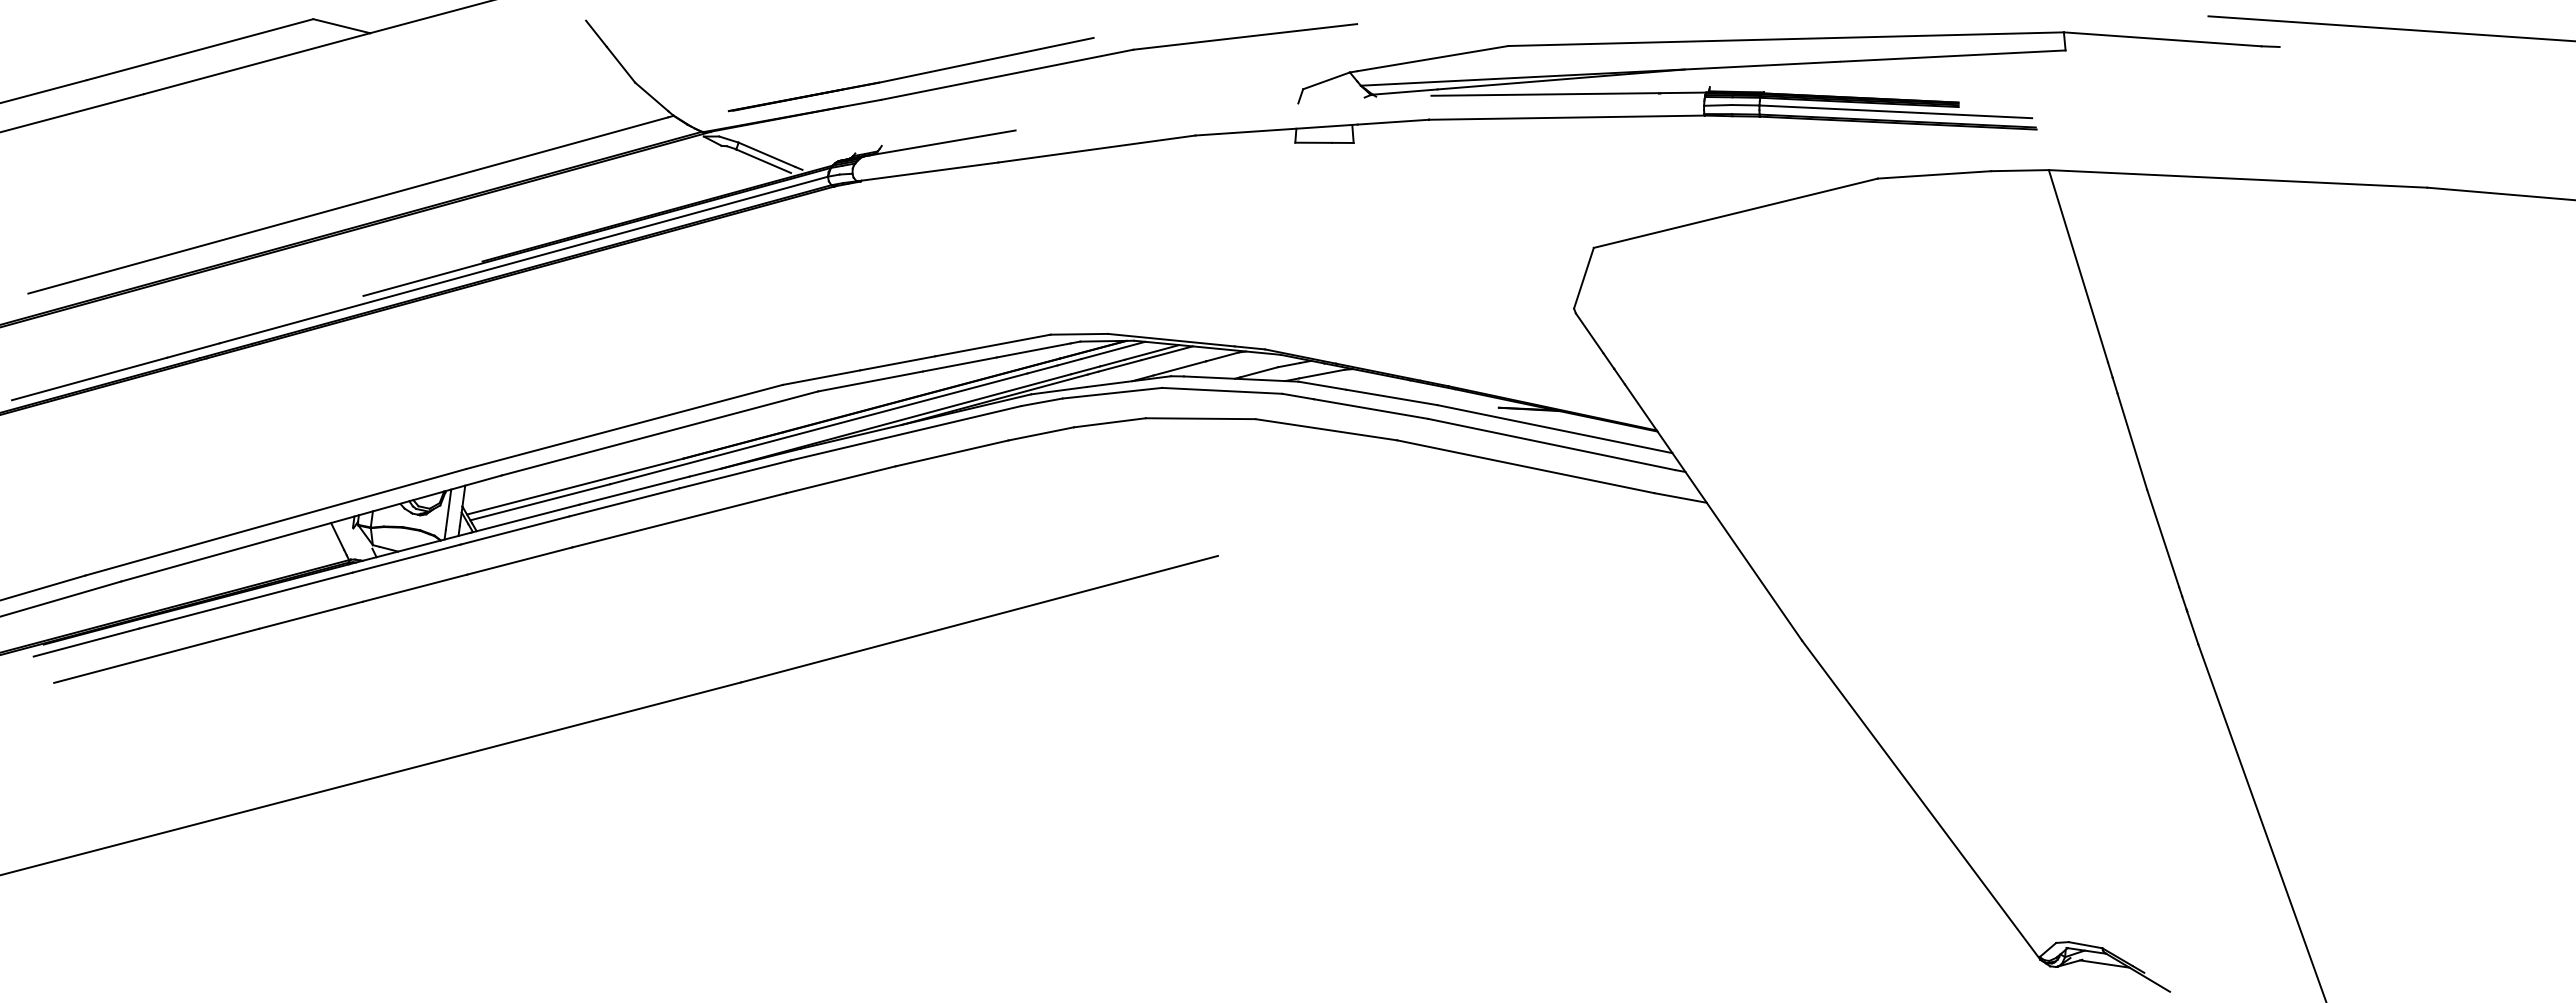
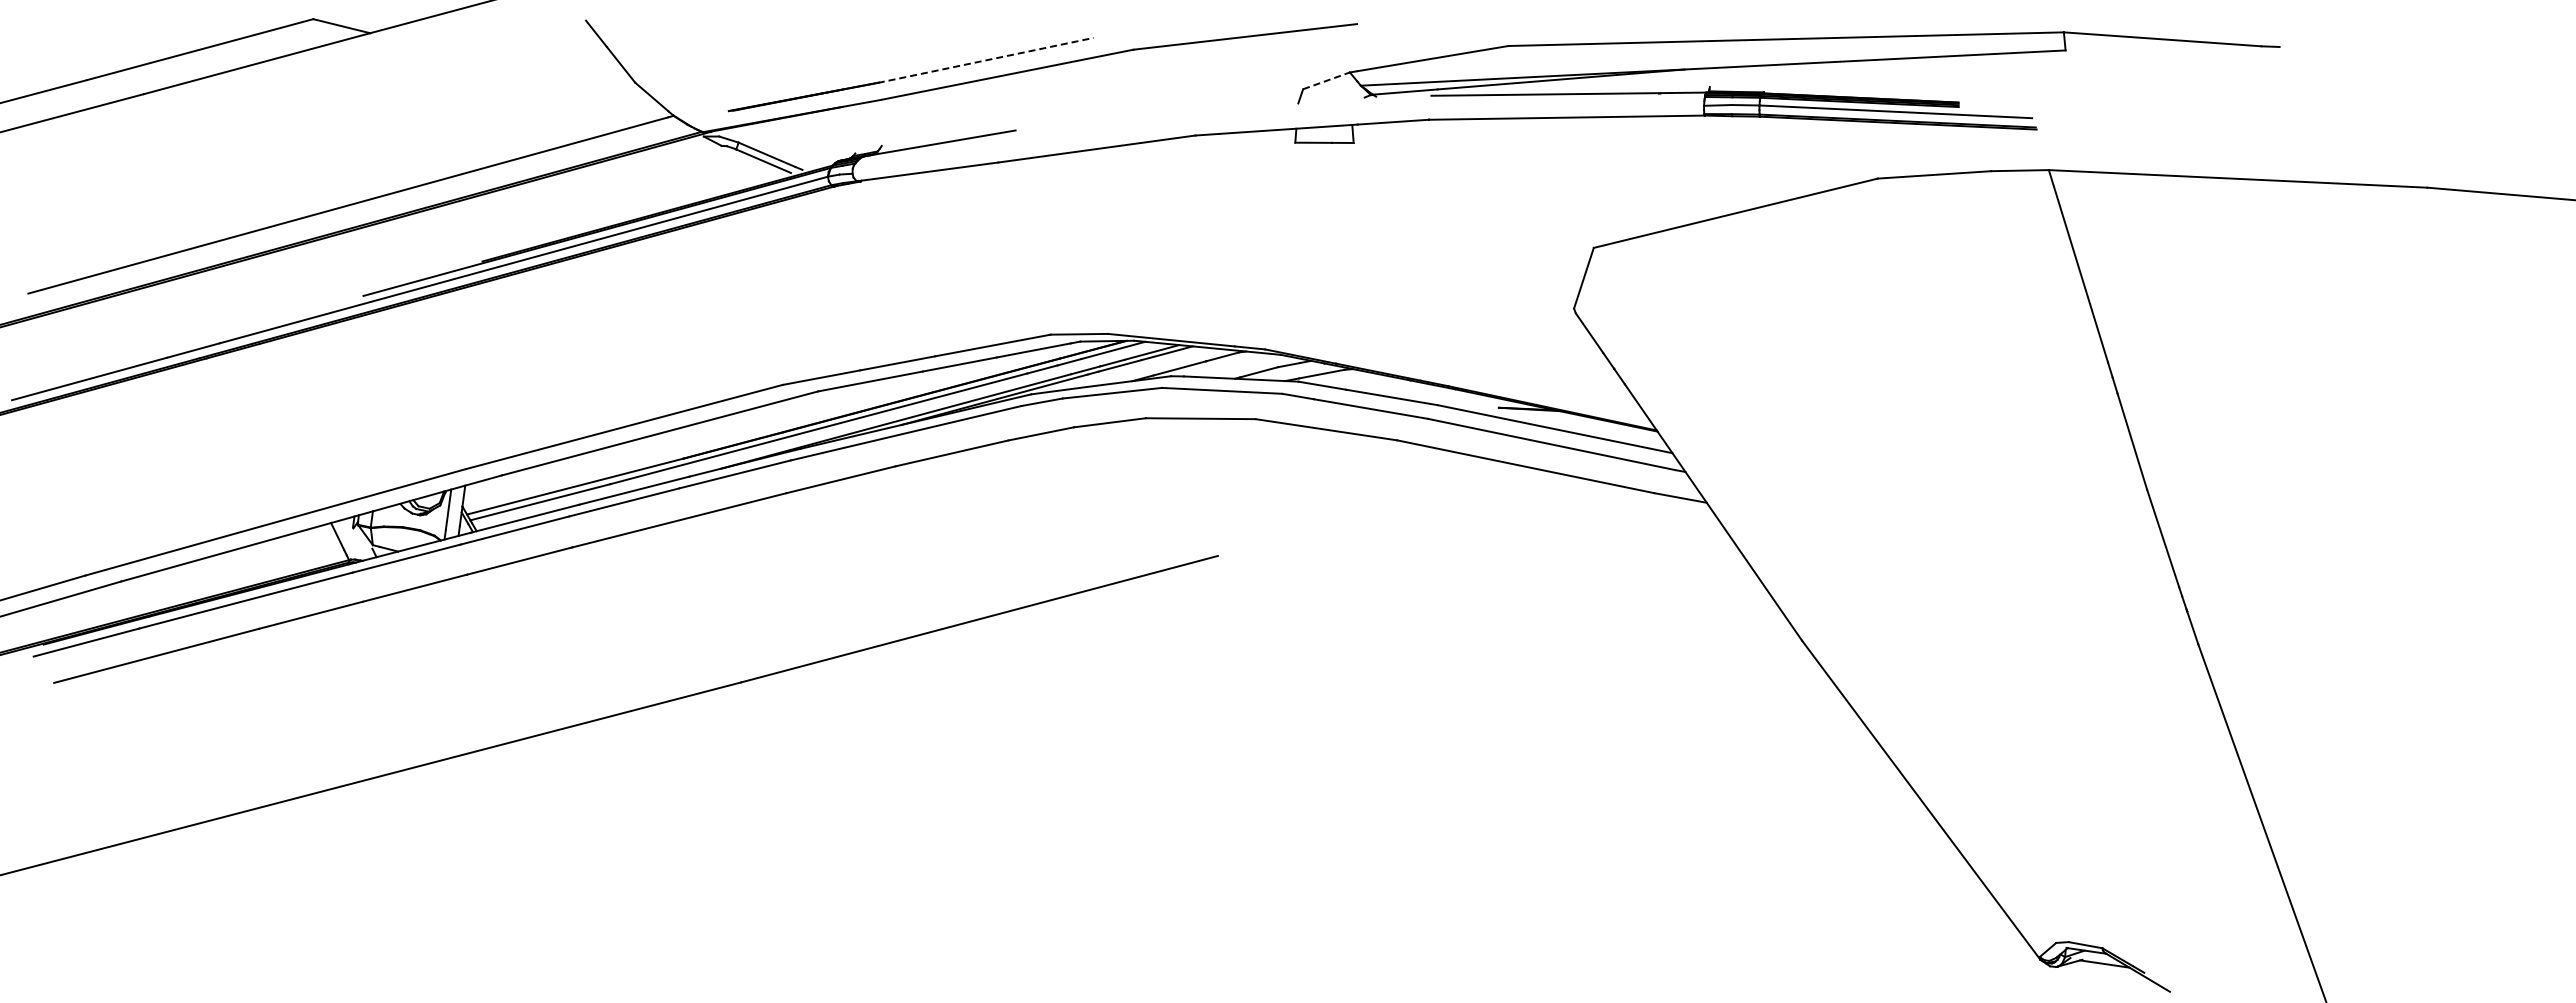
line at (2390, 28): present -> none
line at (986, 60): solid -> dashed
line at (1326, 80): solid -> dashed
